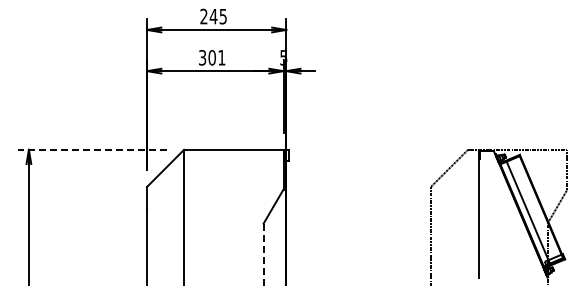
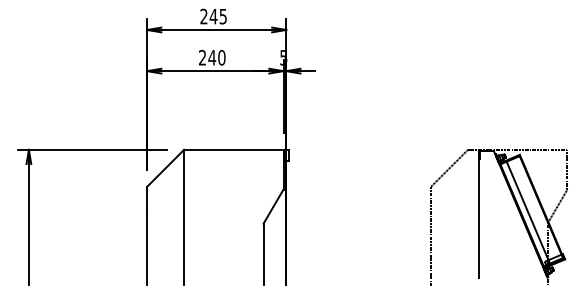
text at (212, 57): 301 -> 240
line at (92, 149): dashed -> solid
line at (263, 254): dashed -> solid
